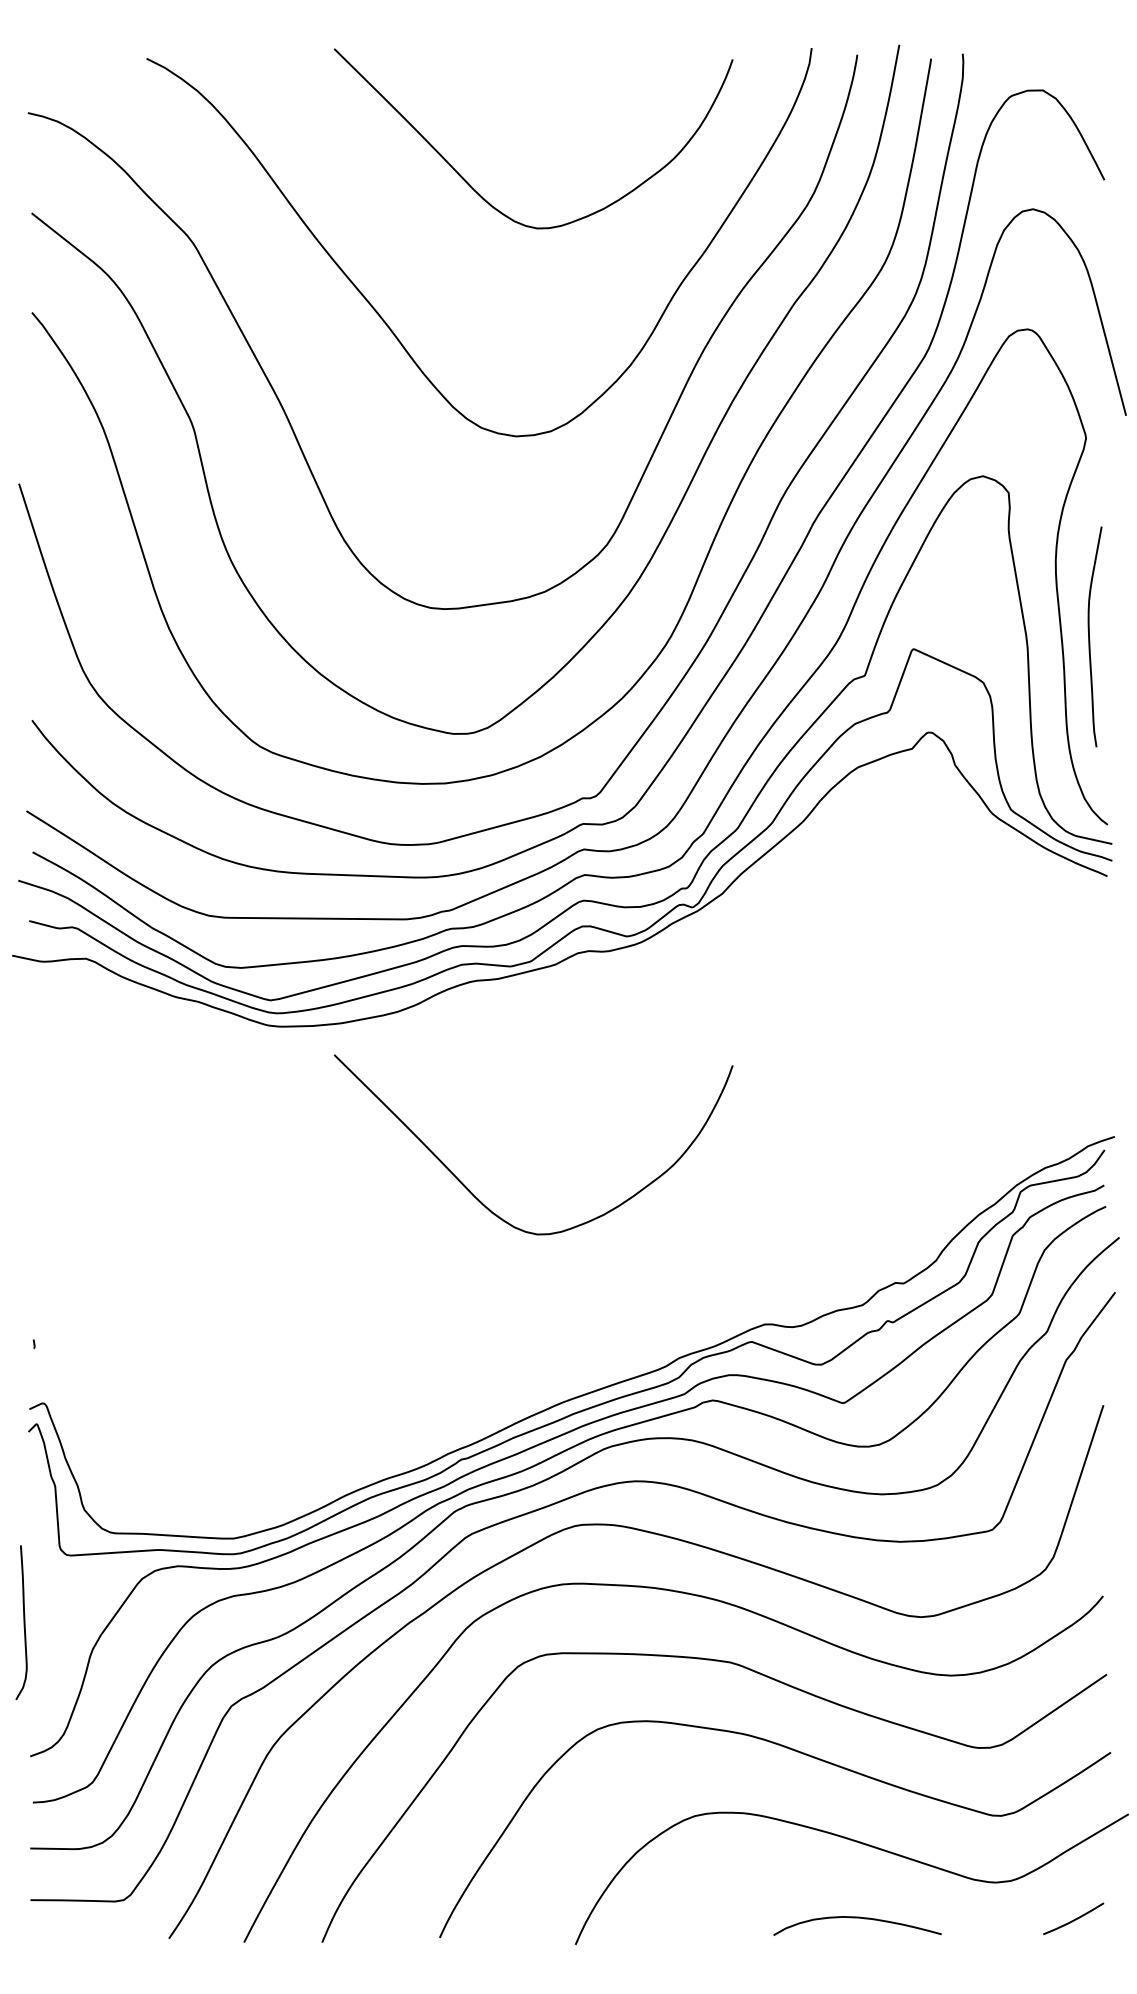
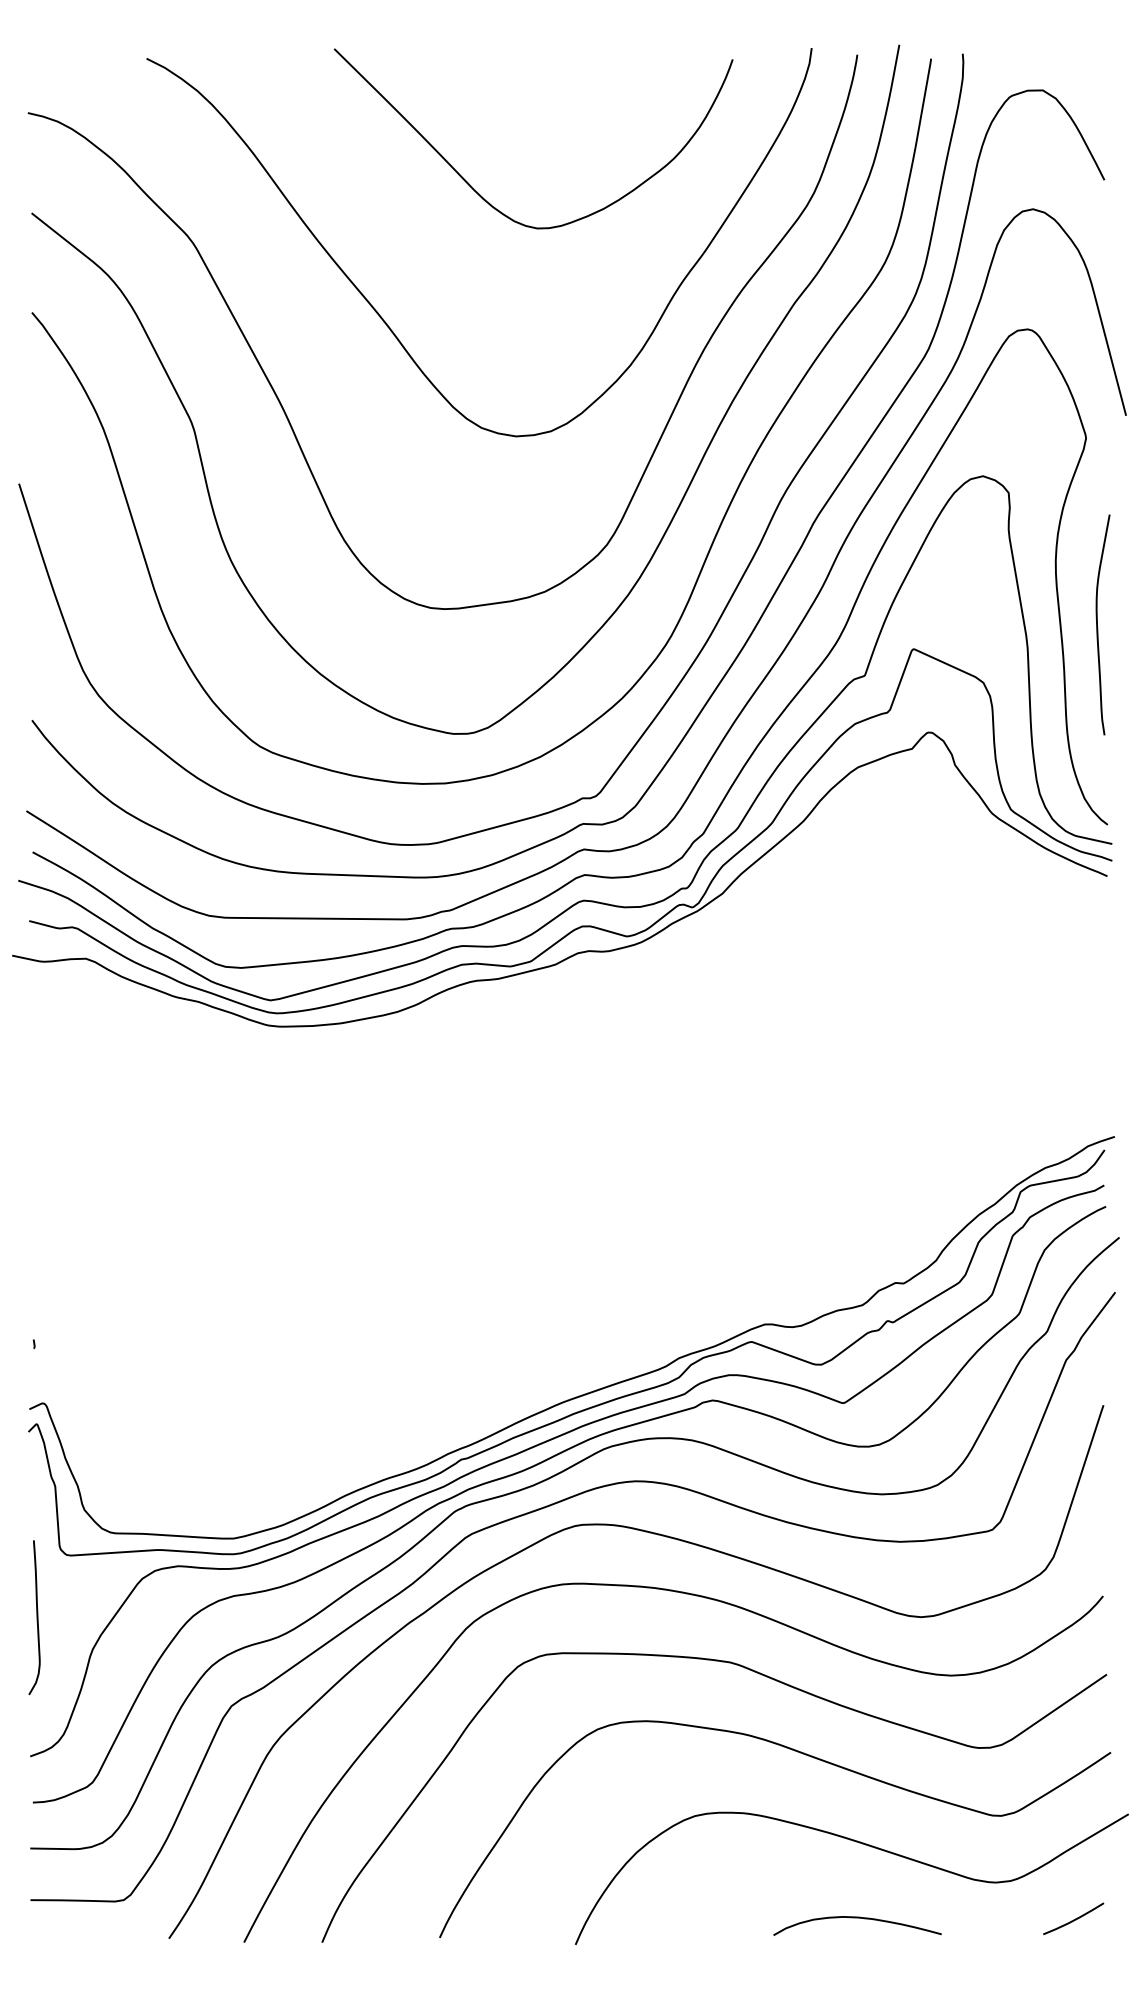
curve at (1089, 636) position: (1089, 636) -> (1097, 624)
curve at (478, 1198): present -> none
curve at (23, 1622) position: (23, 1622) -> (36, 1617)
